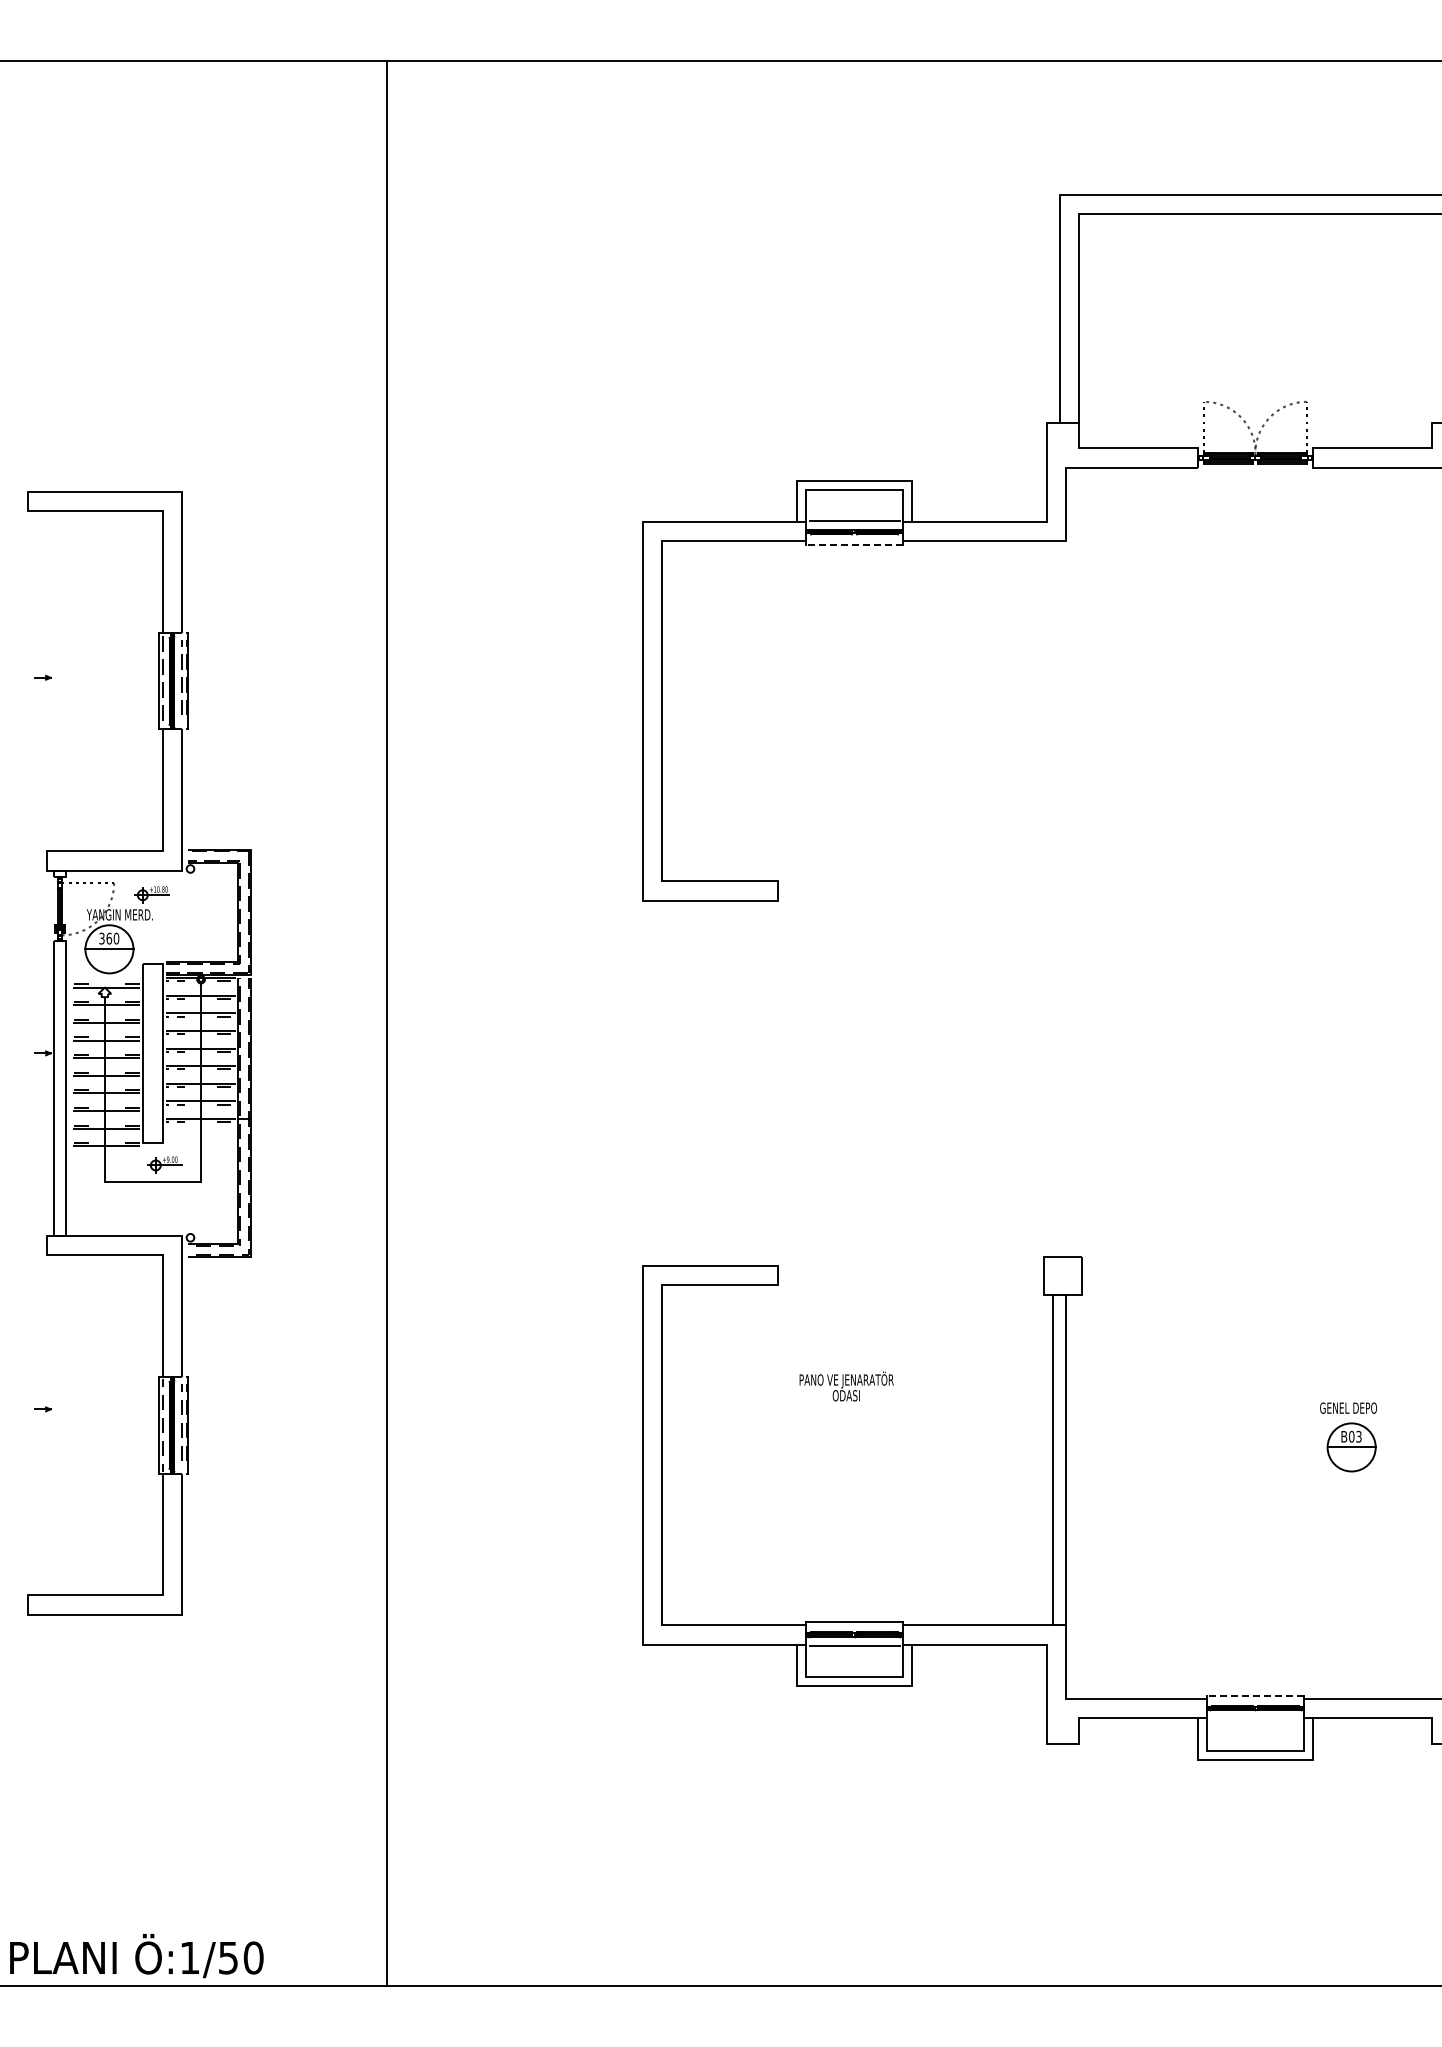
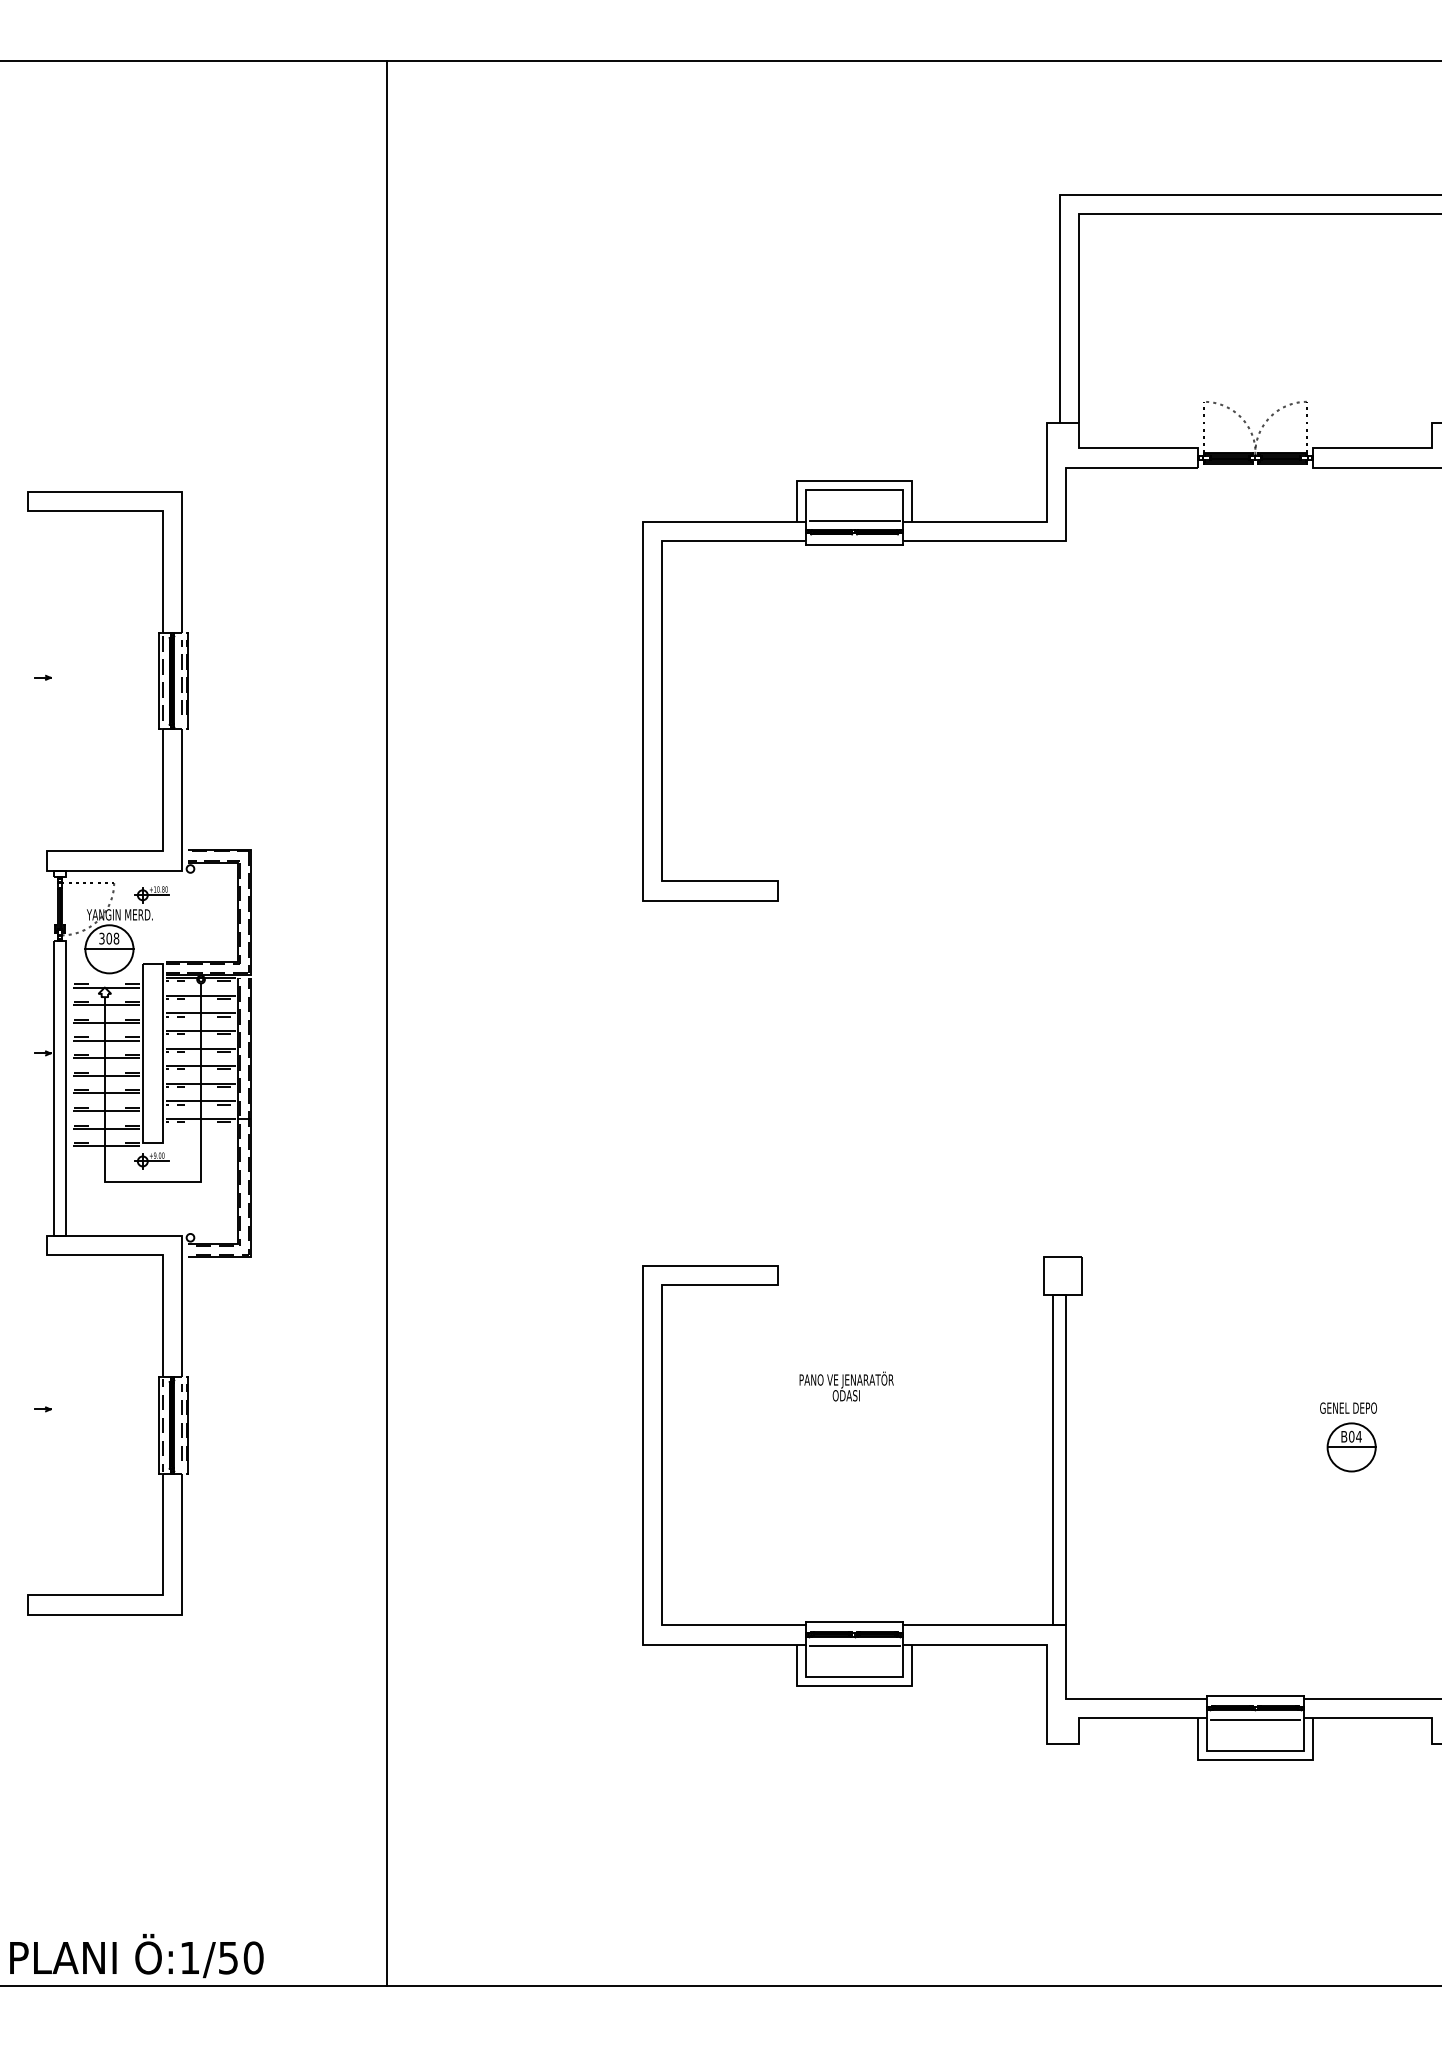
line at (854, 544): dashed -> solid
text at (112, 938): 360 -> 308
part at (164, 1164) position: (164, 1164) -> (151, 1160)
text at (1358, 1436): B03 -> B04
line at (1254, 1695): dashed -> solid
line at (1255, 1720): none -> present
